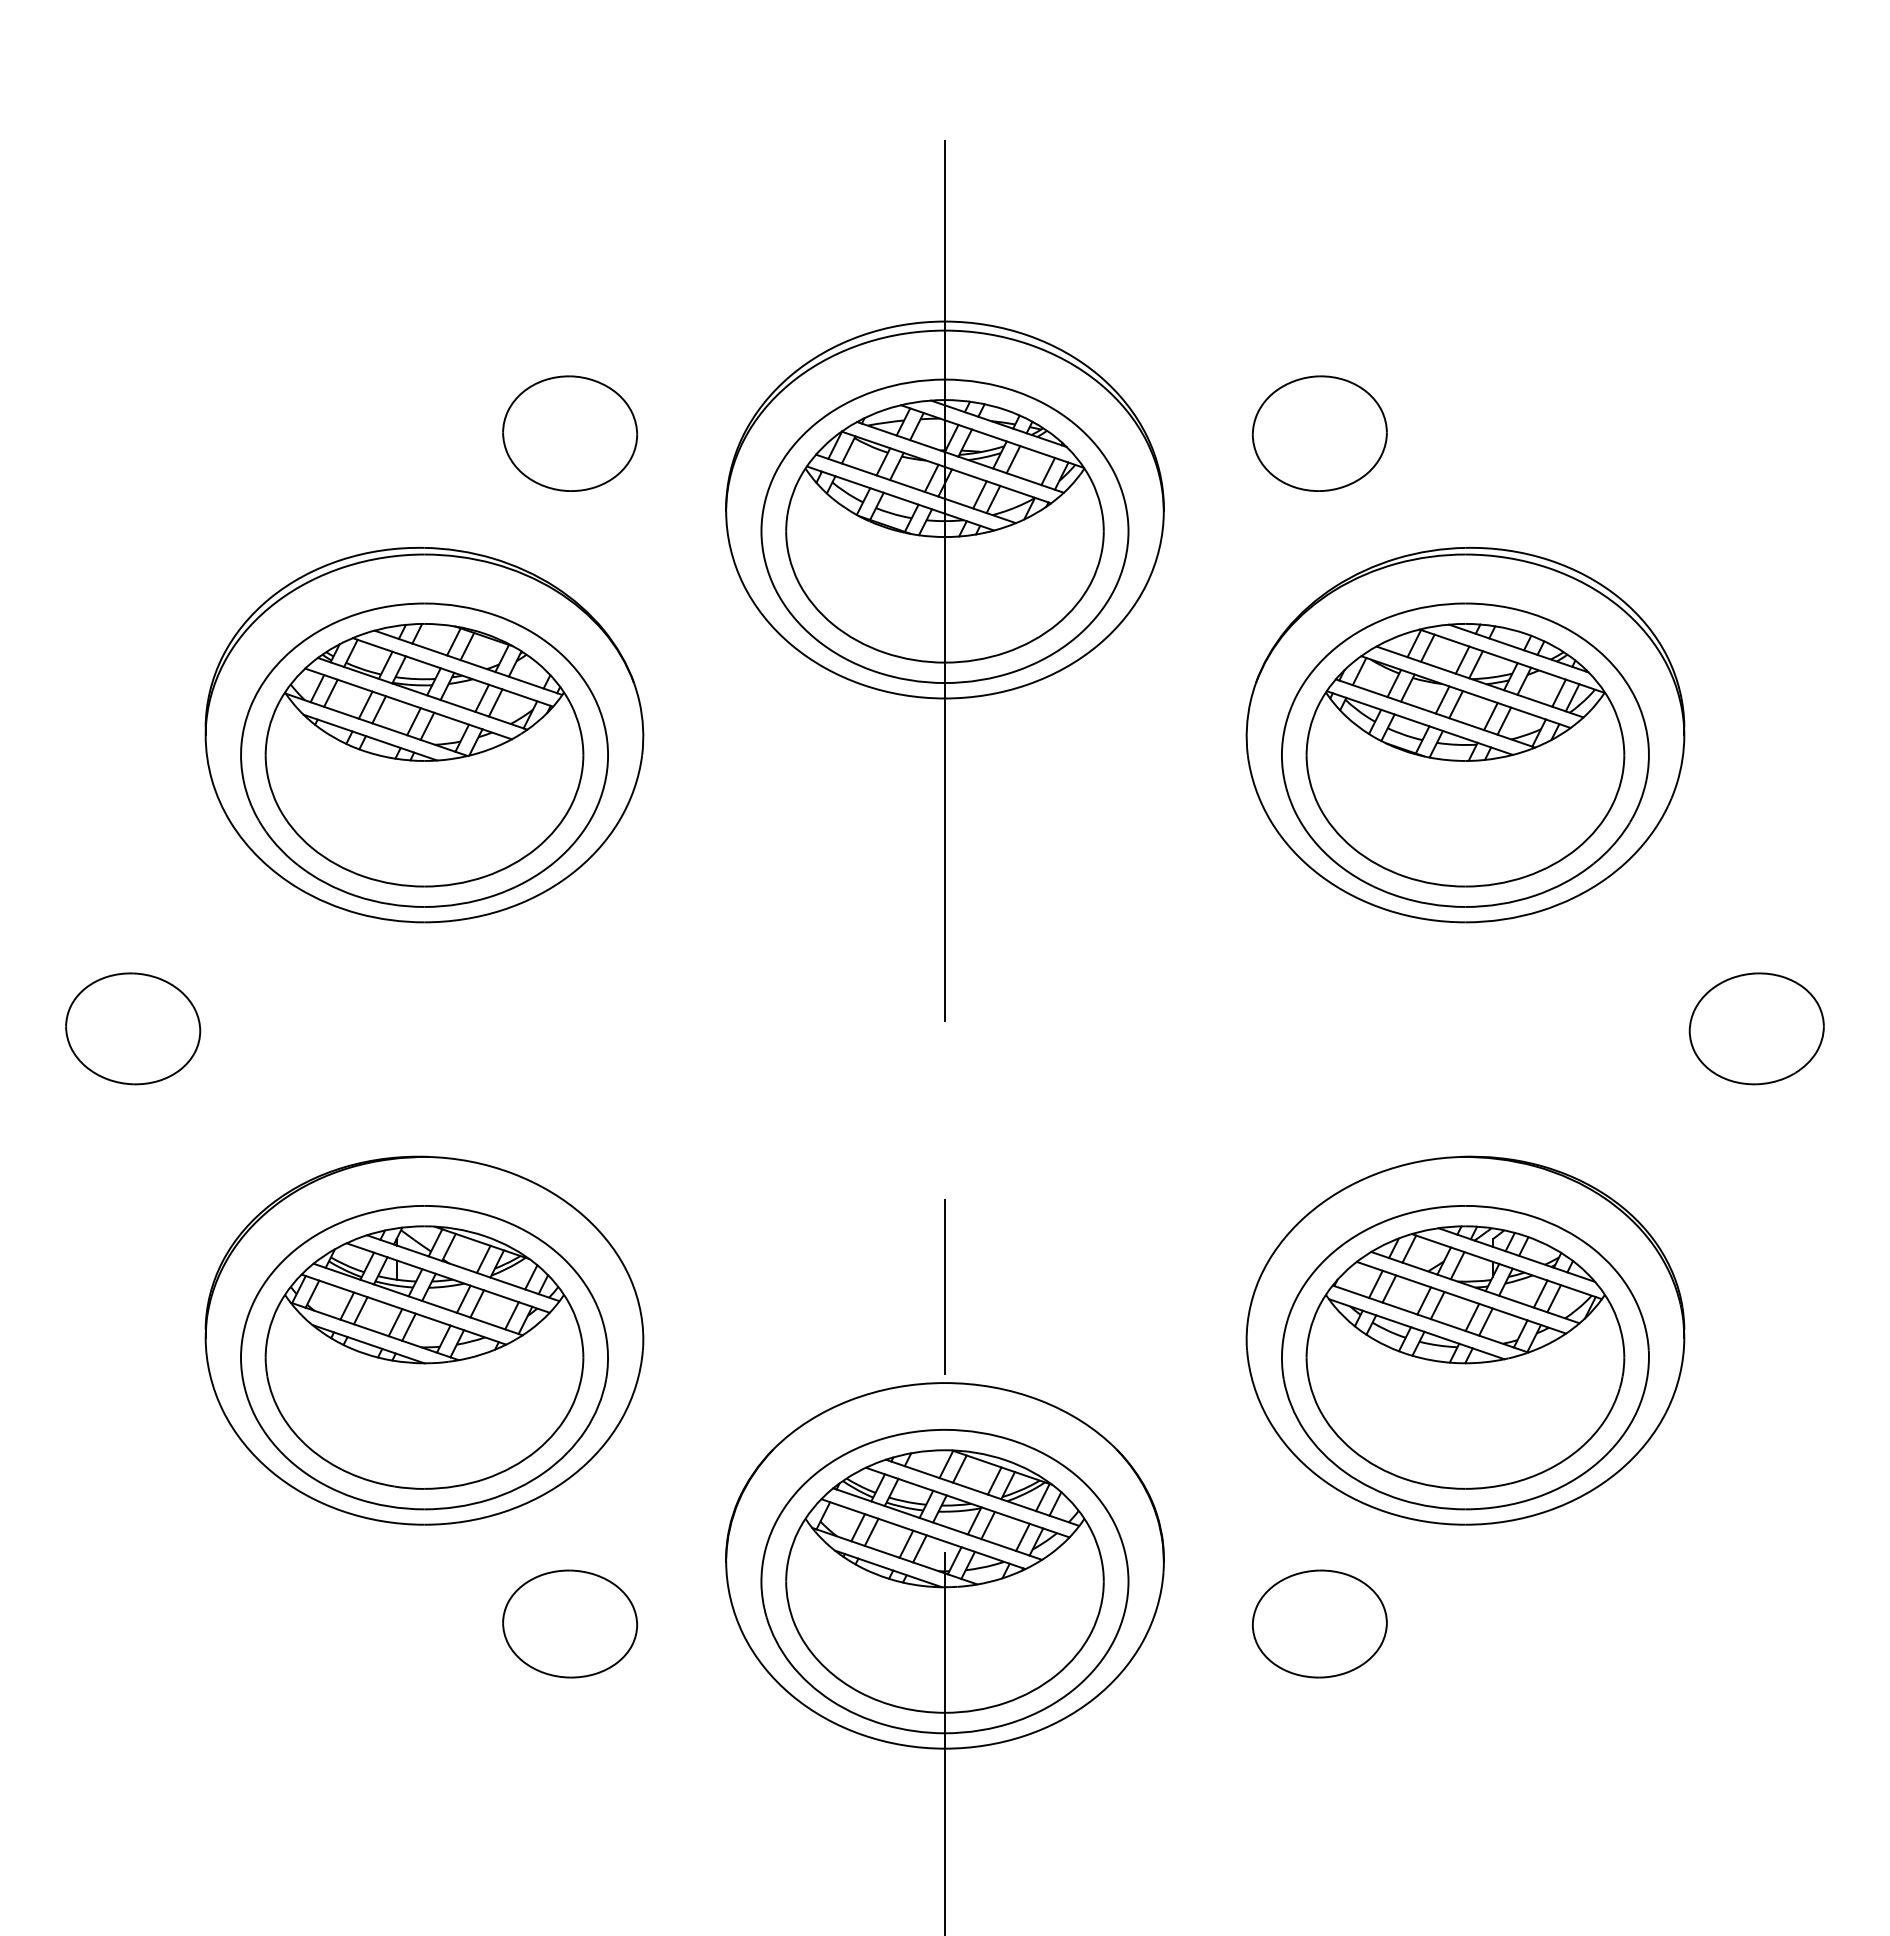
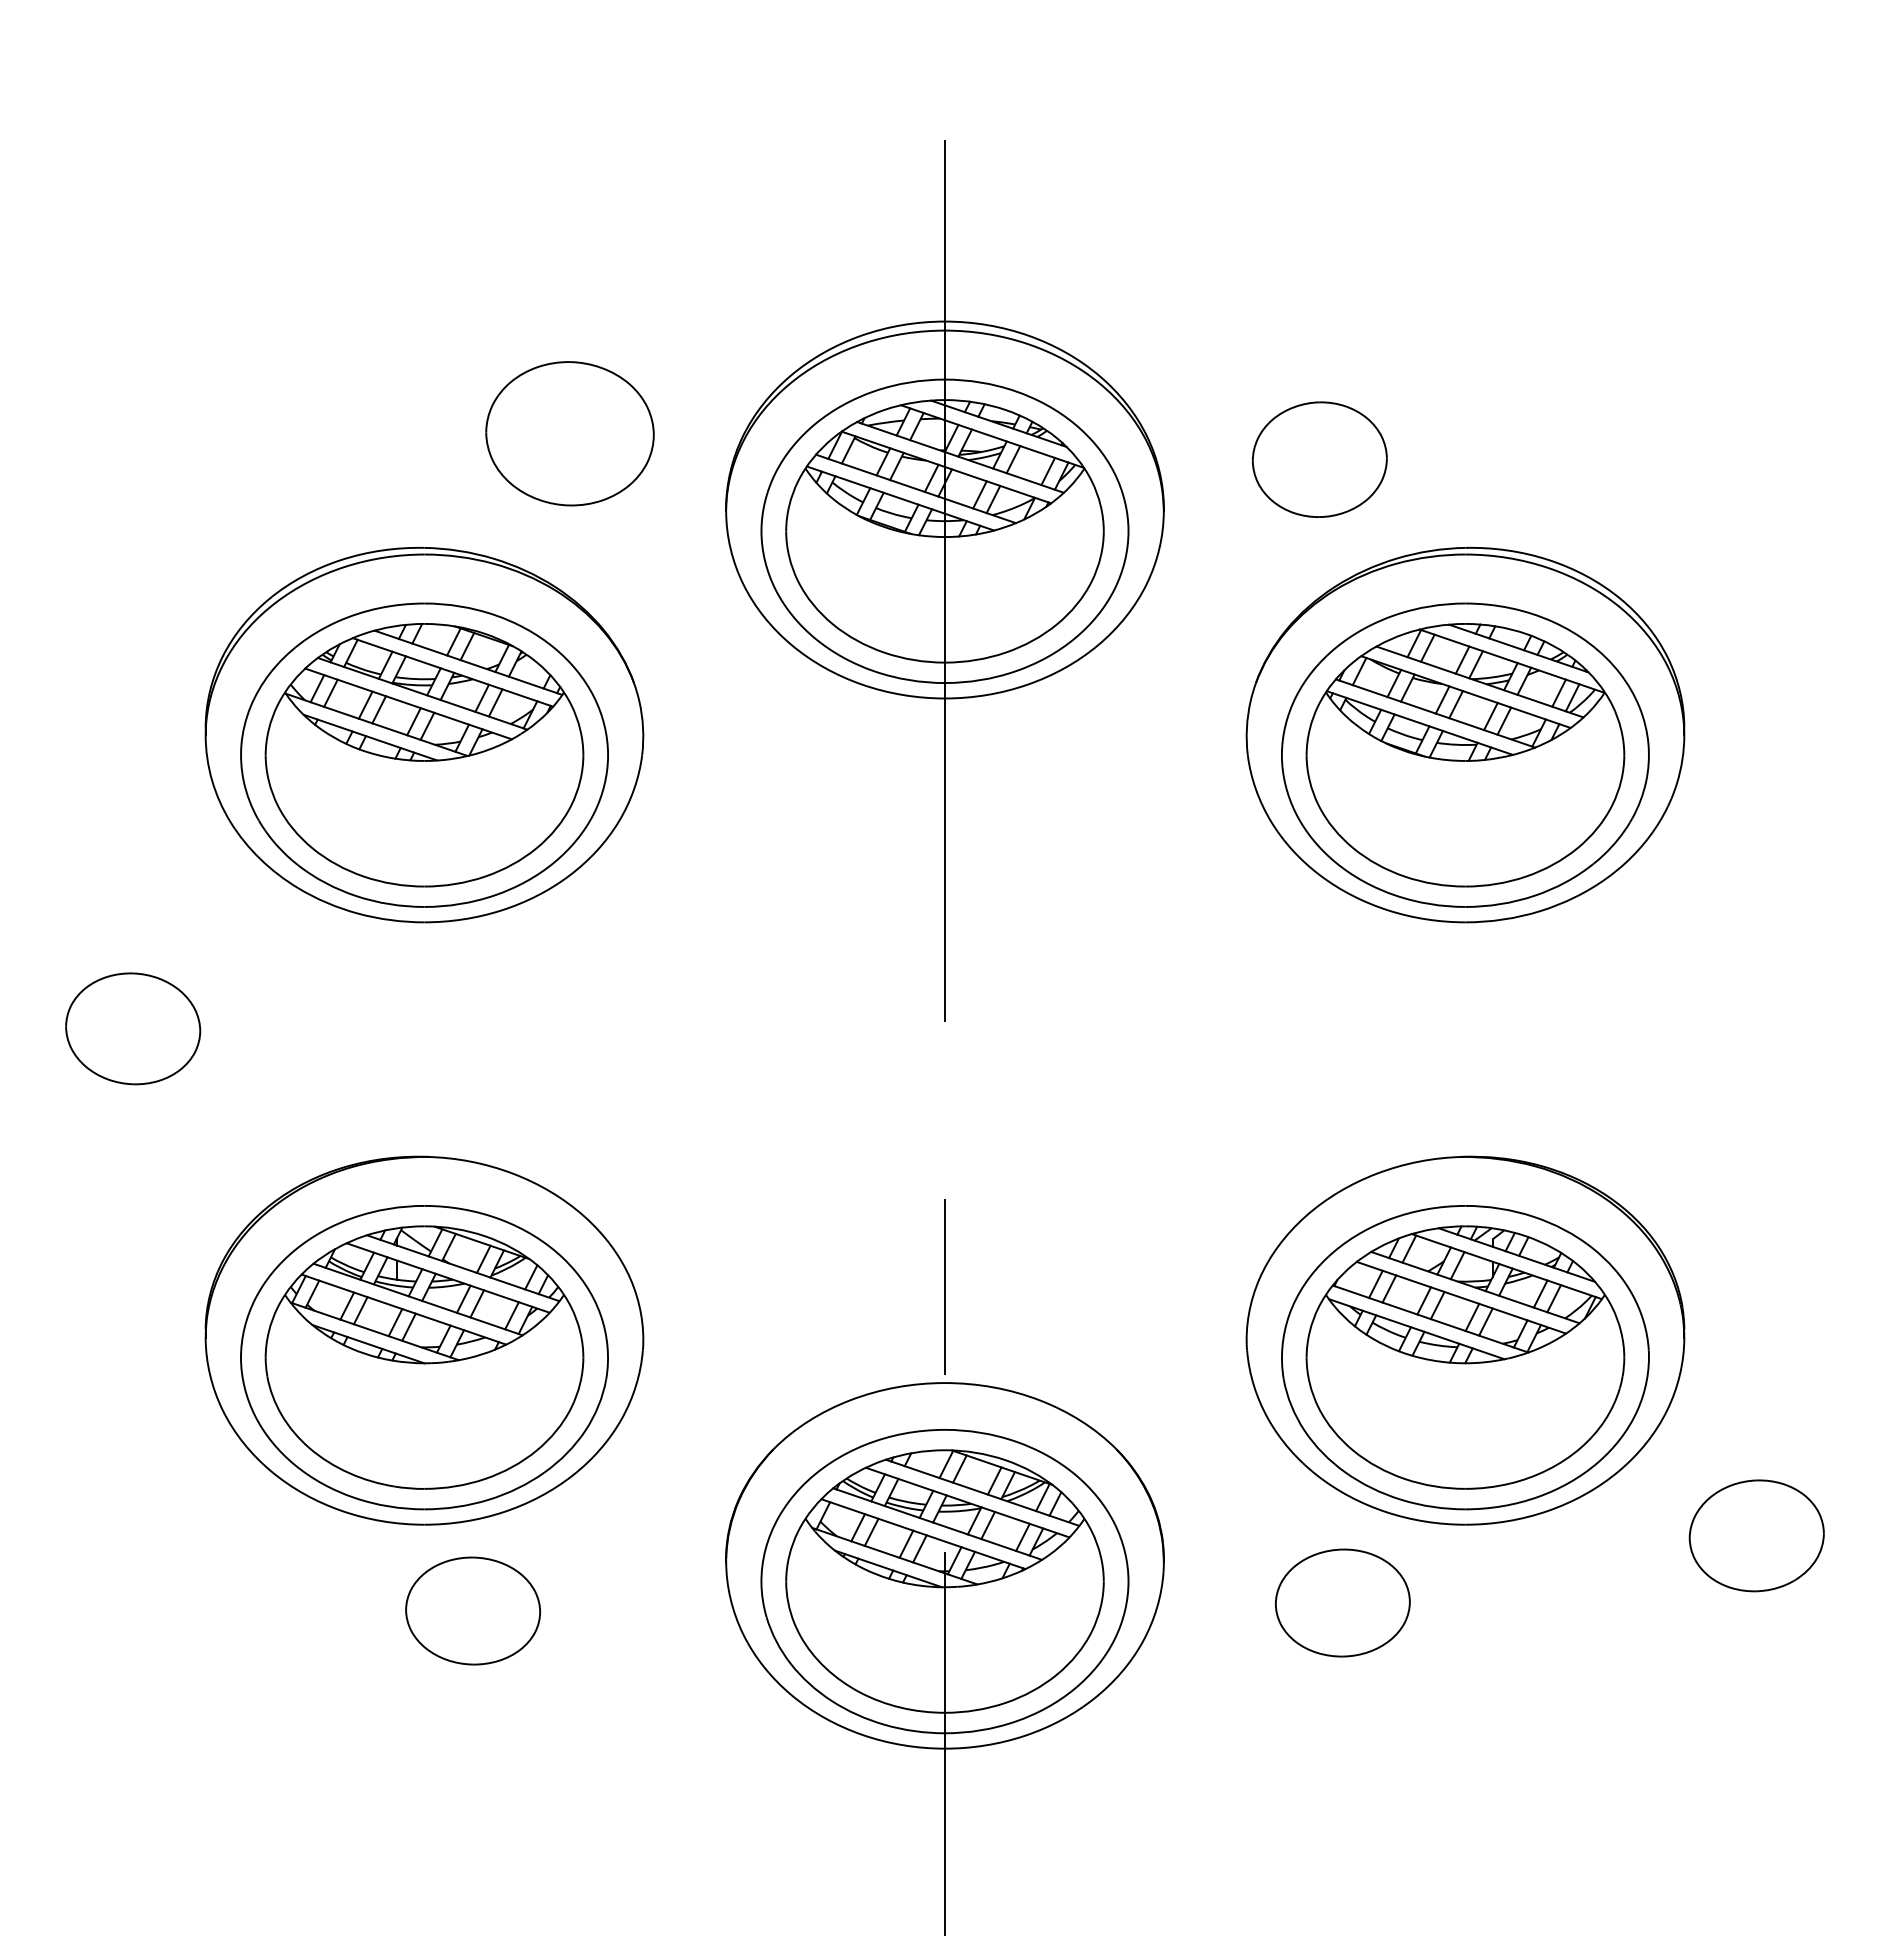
part at (570, 433) size: 137x117 px -> 170x146 px
part at (1319, 433) position: (1319, 433) -> (1319, 459)
part at (1756, 1028) position: (1756, 1028) -> (1756, 1535)
part at (570, 1623) position: (570, 1623) -> (473, 1610)
part at (1319, 1623) position: (1319, 1623) -> (1342, 1602)
